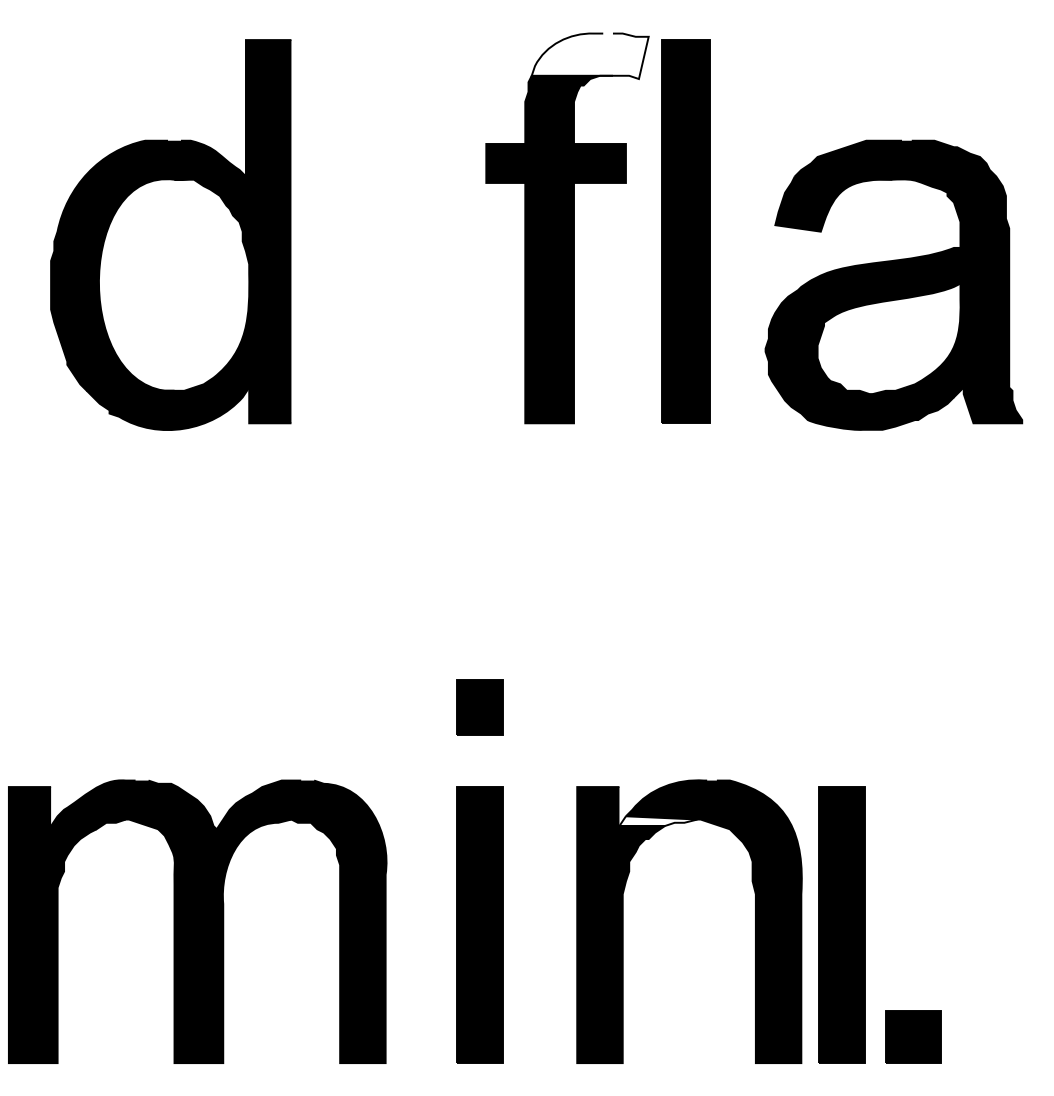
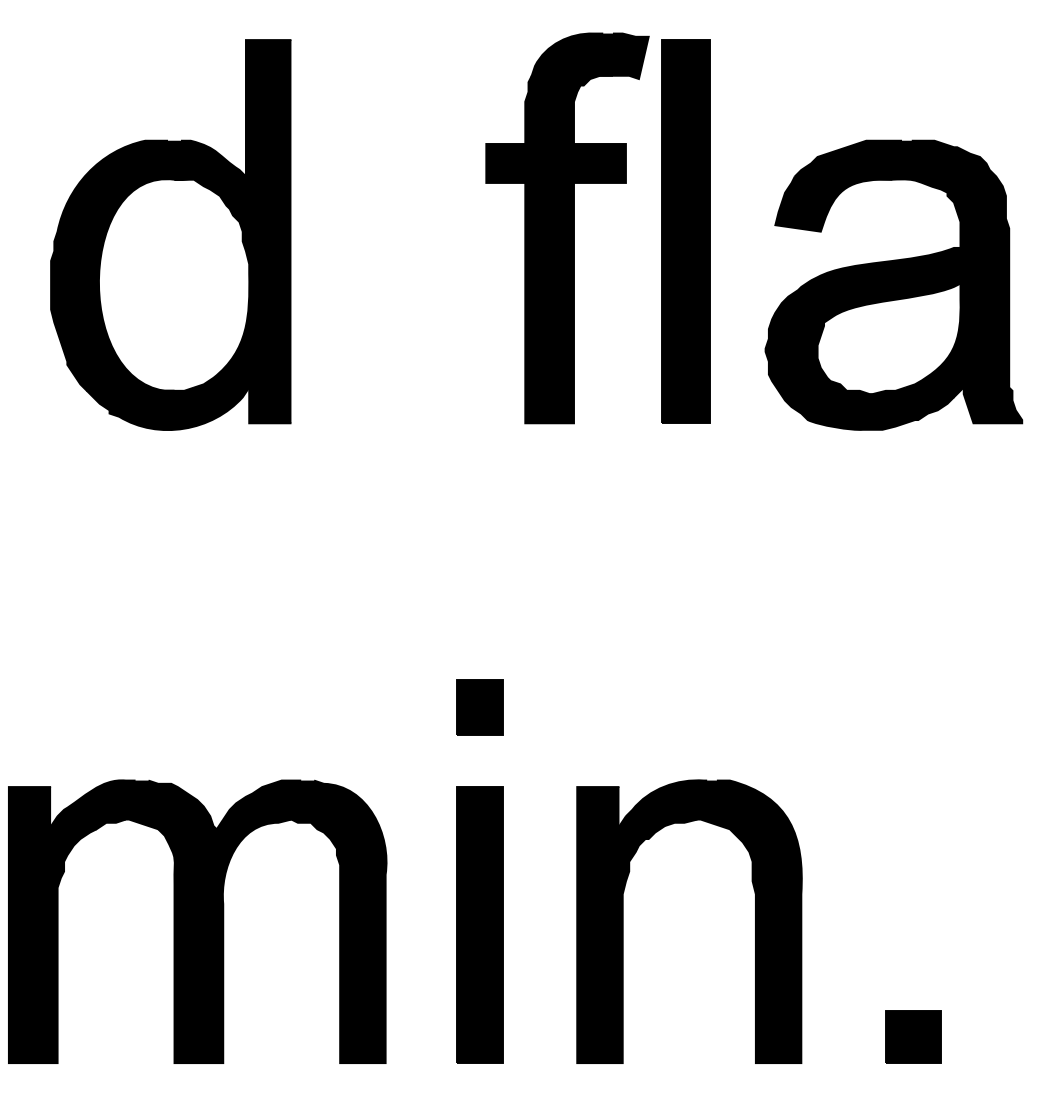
fill at (589, 56): none -> present
fill at (658, 821): none -> present
part at (841, 924): present -> none
